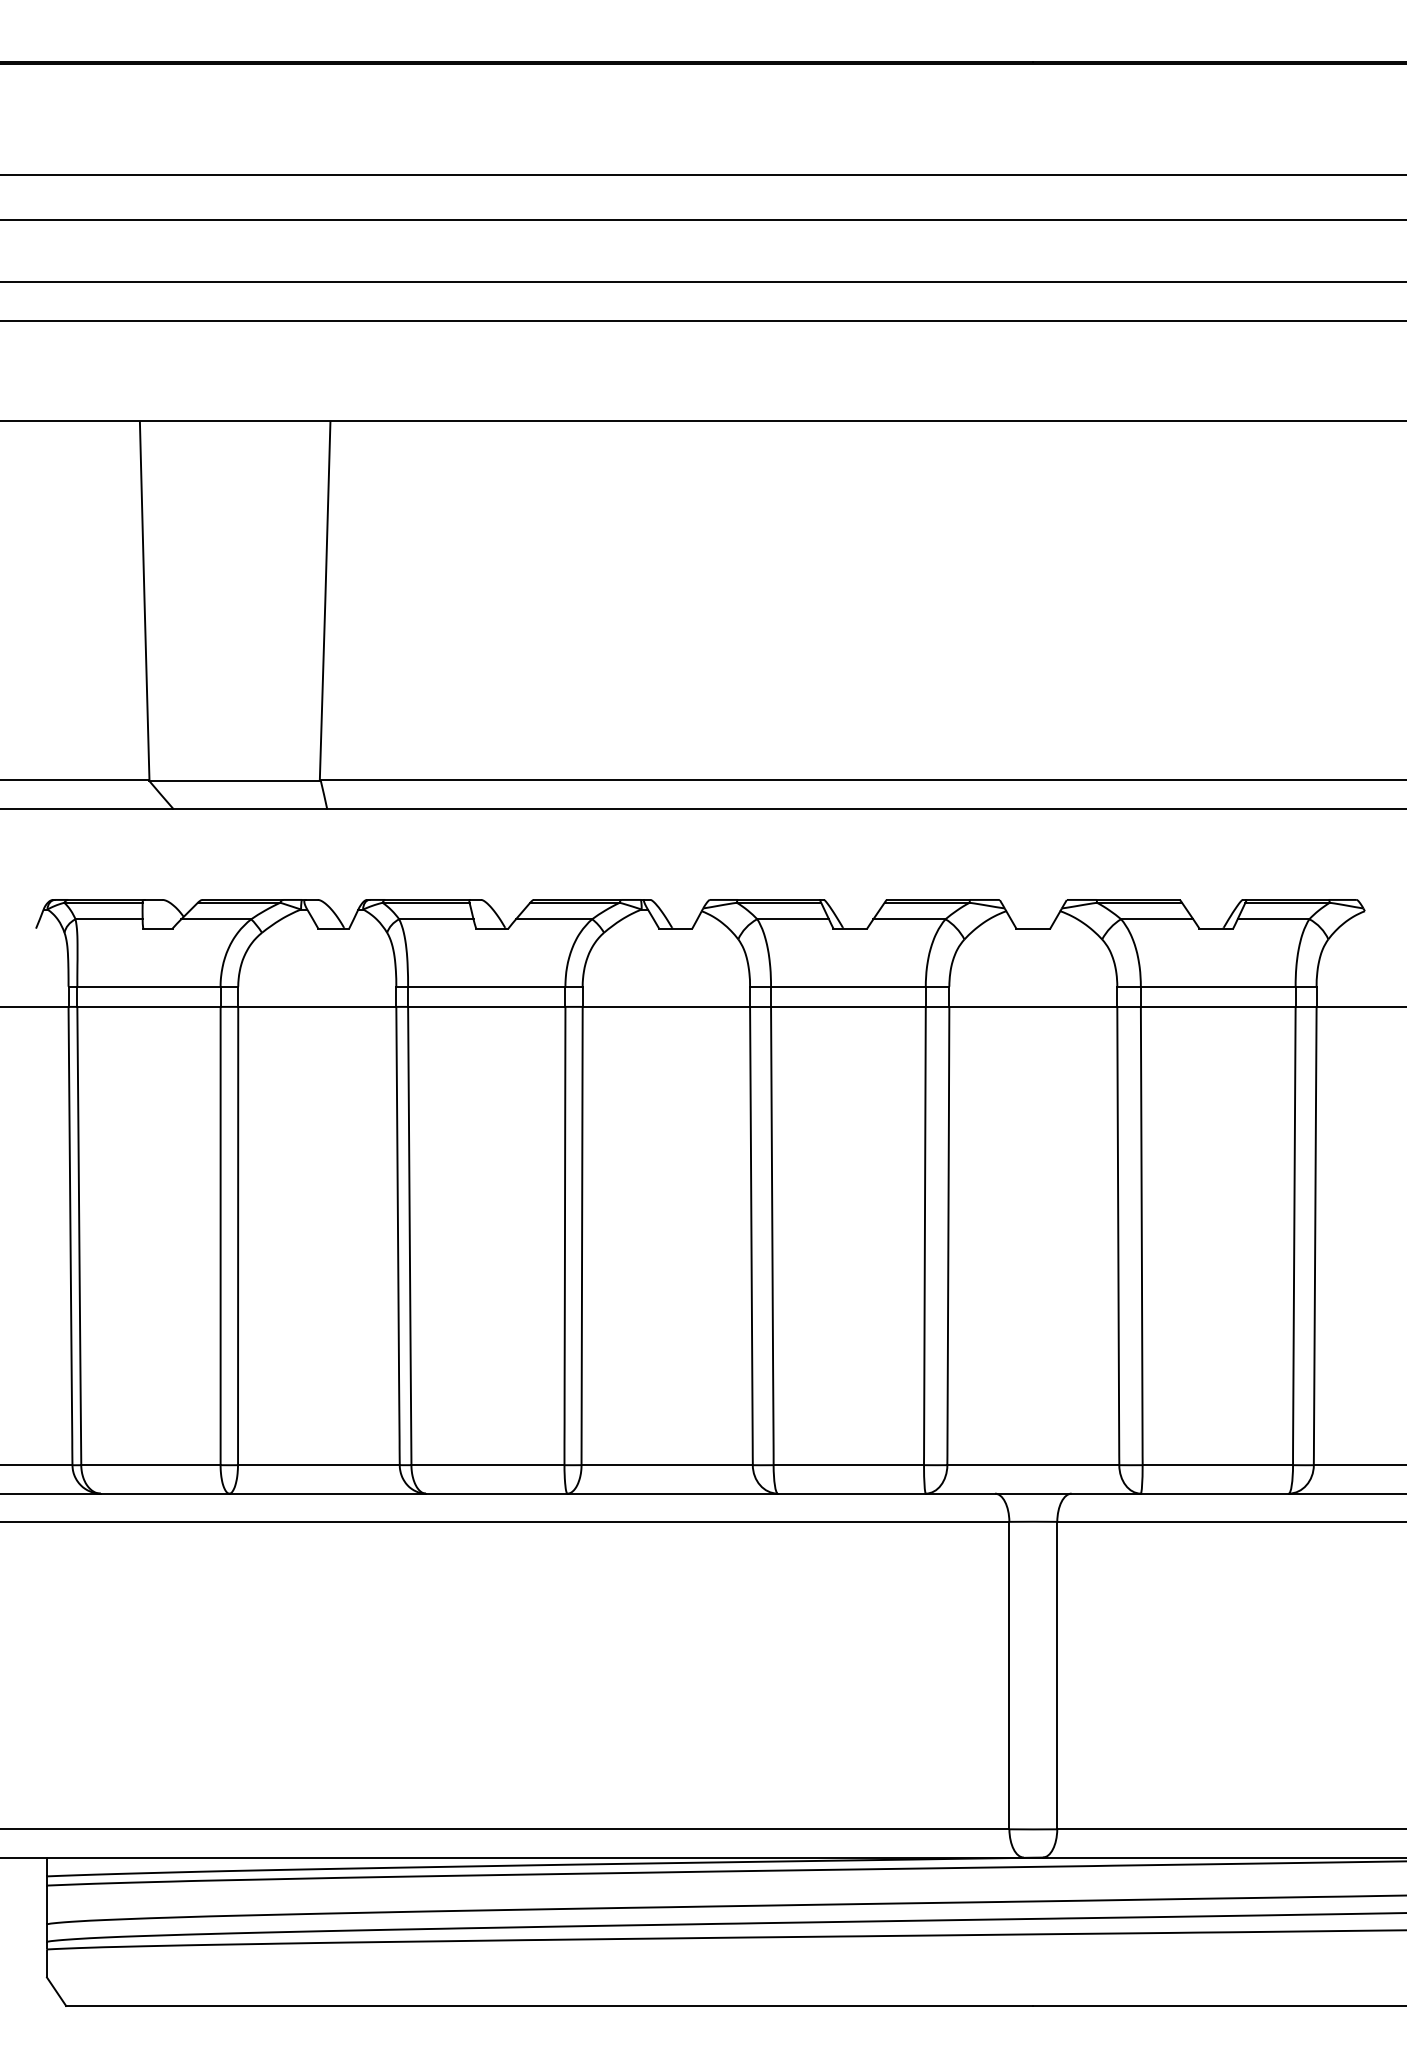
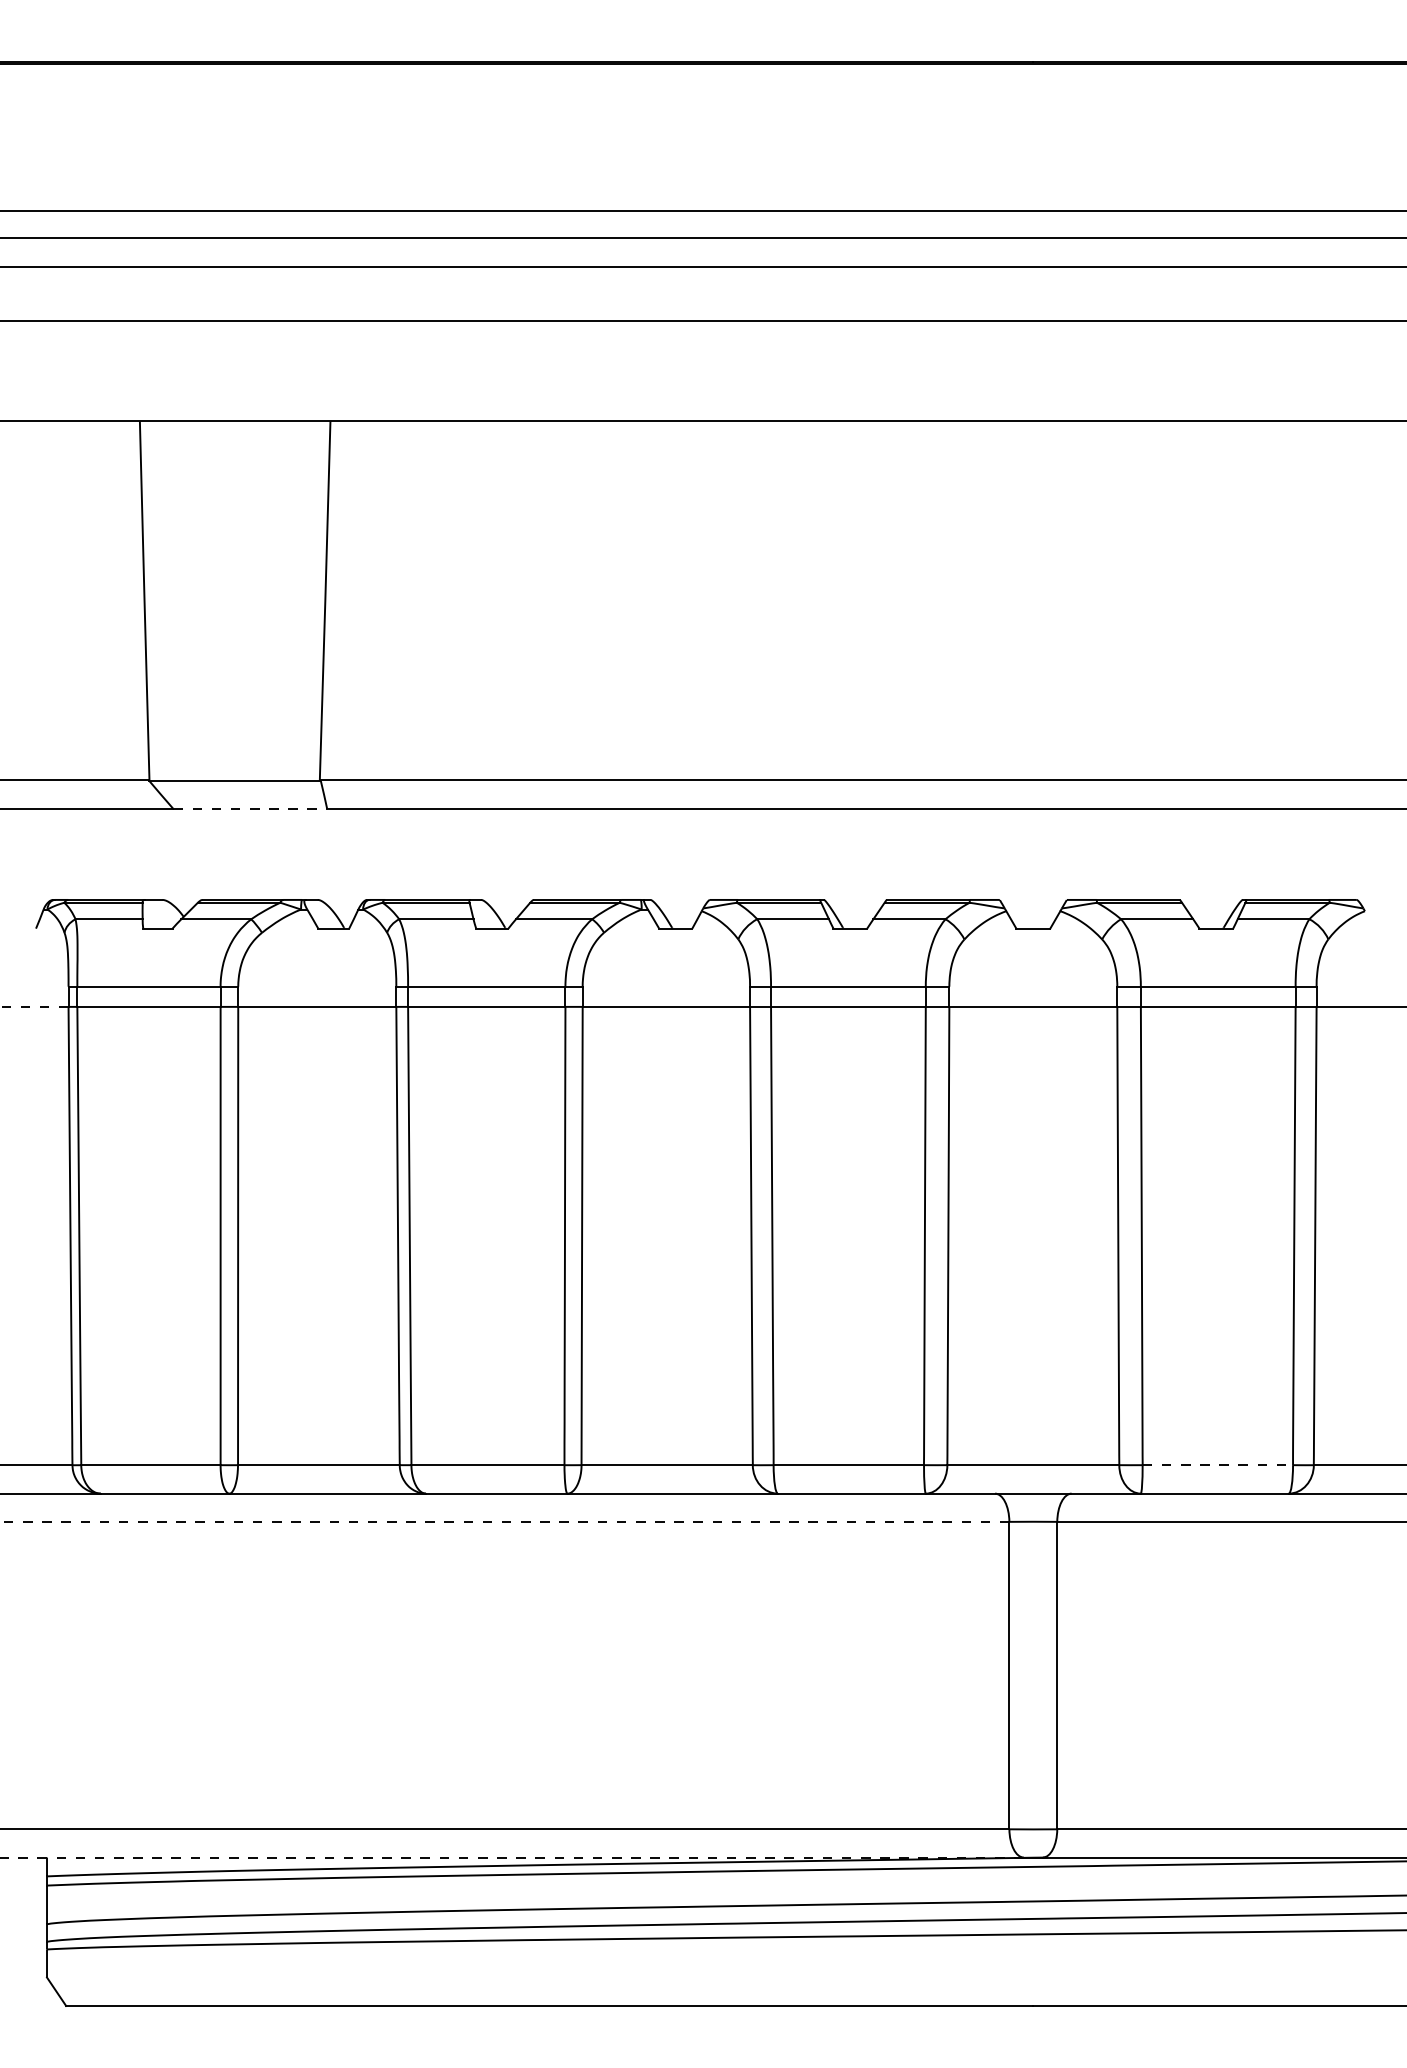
line at (702, 175) position: (702, 175) -> (702, 211)
line at (702, 219) position: (702, 219) -> (702, 237)
line at (702, 282) position: (702, 282) -> (702, 267)
line at (250, 808): solid -> dashed
line at (33, 1006): solid -> dashed
line at (1218, 1465): solid -> dashed
line at (504, 1521): solid -> dashed
line at (511, 1857): solid -> dashed
